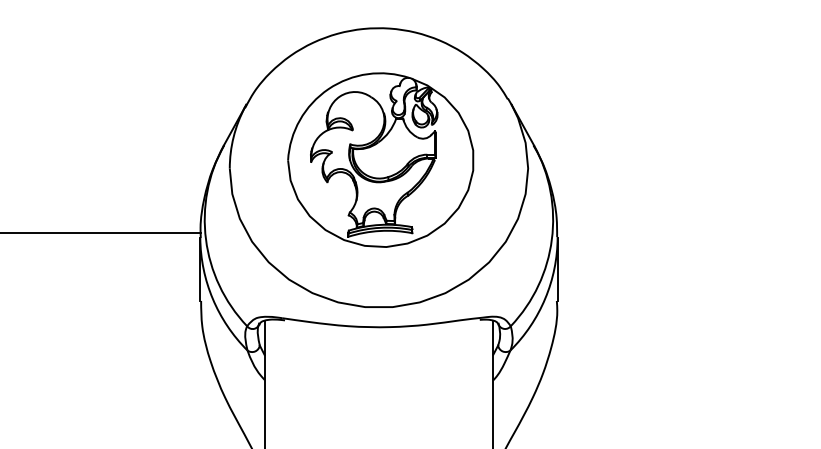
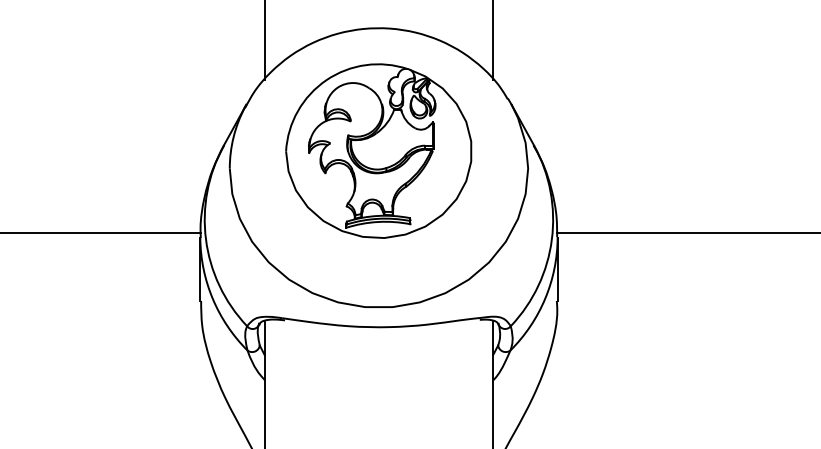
line at (264, 41): none -> present
line at (493, 41): none -> present
part at (380, 159) position: (380, 159) -> (378, 150)
line at (687, 232): none -> present
